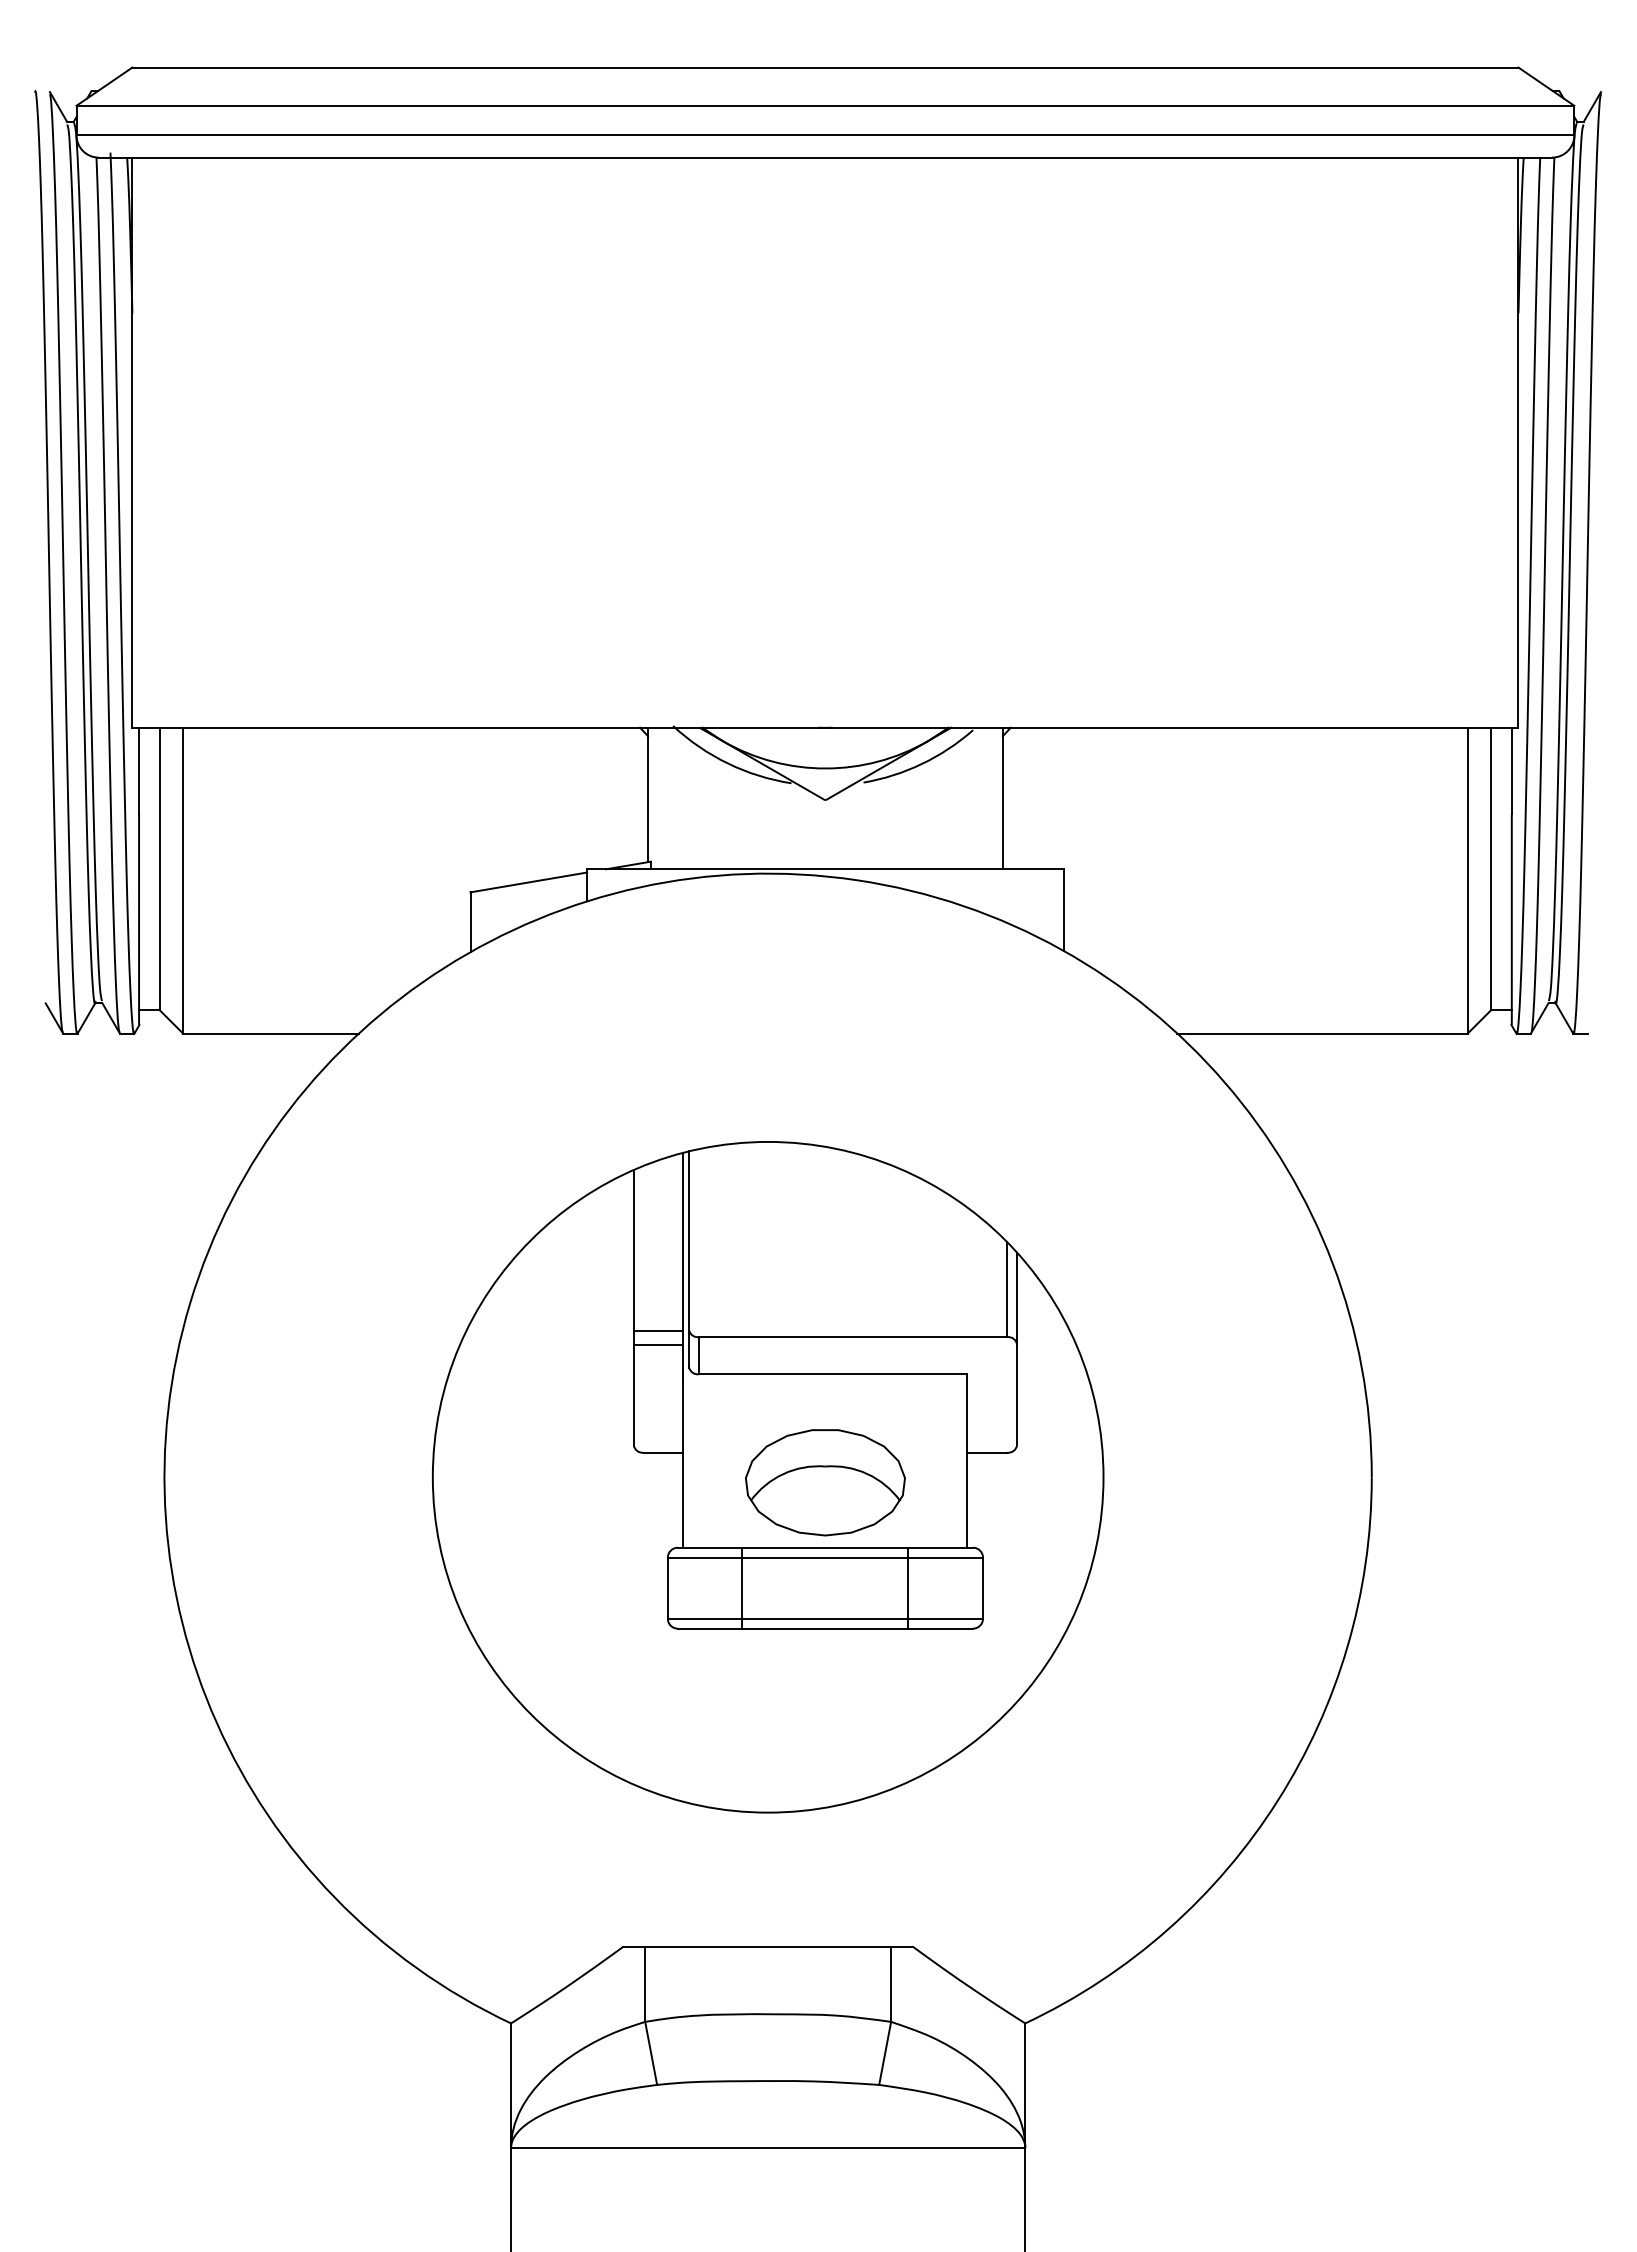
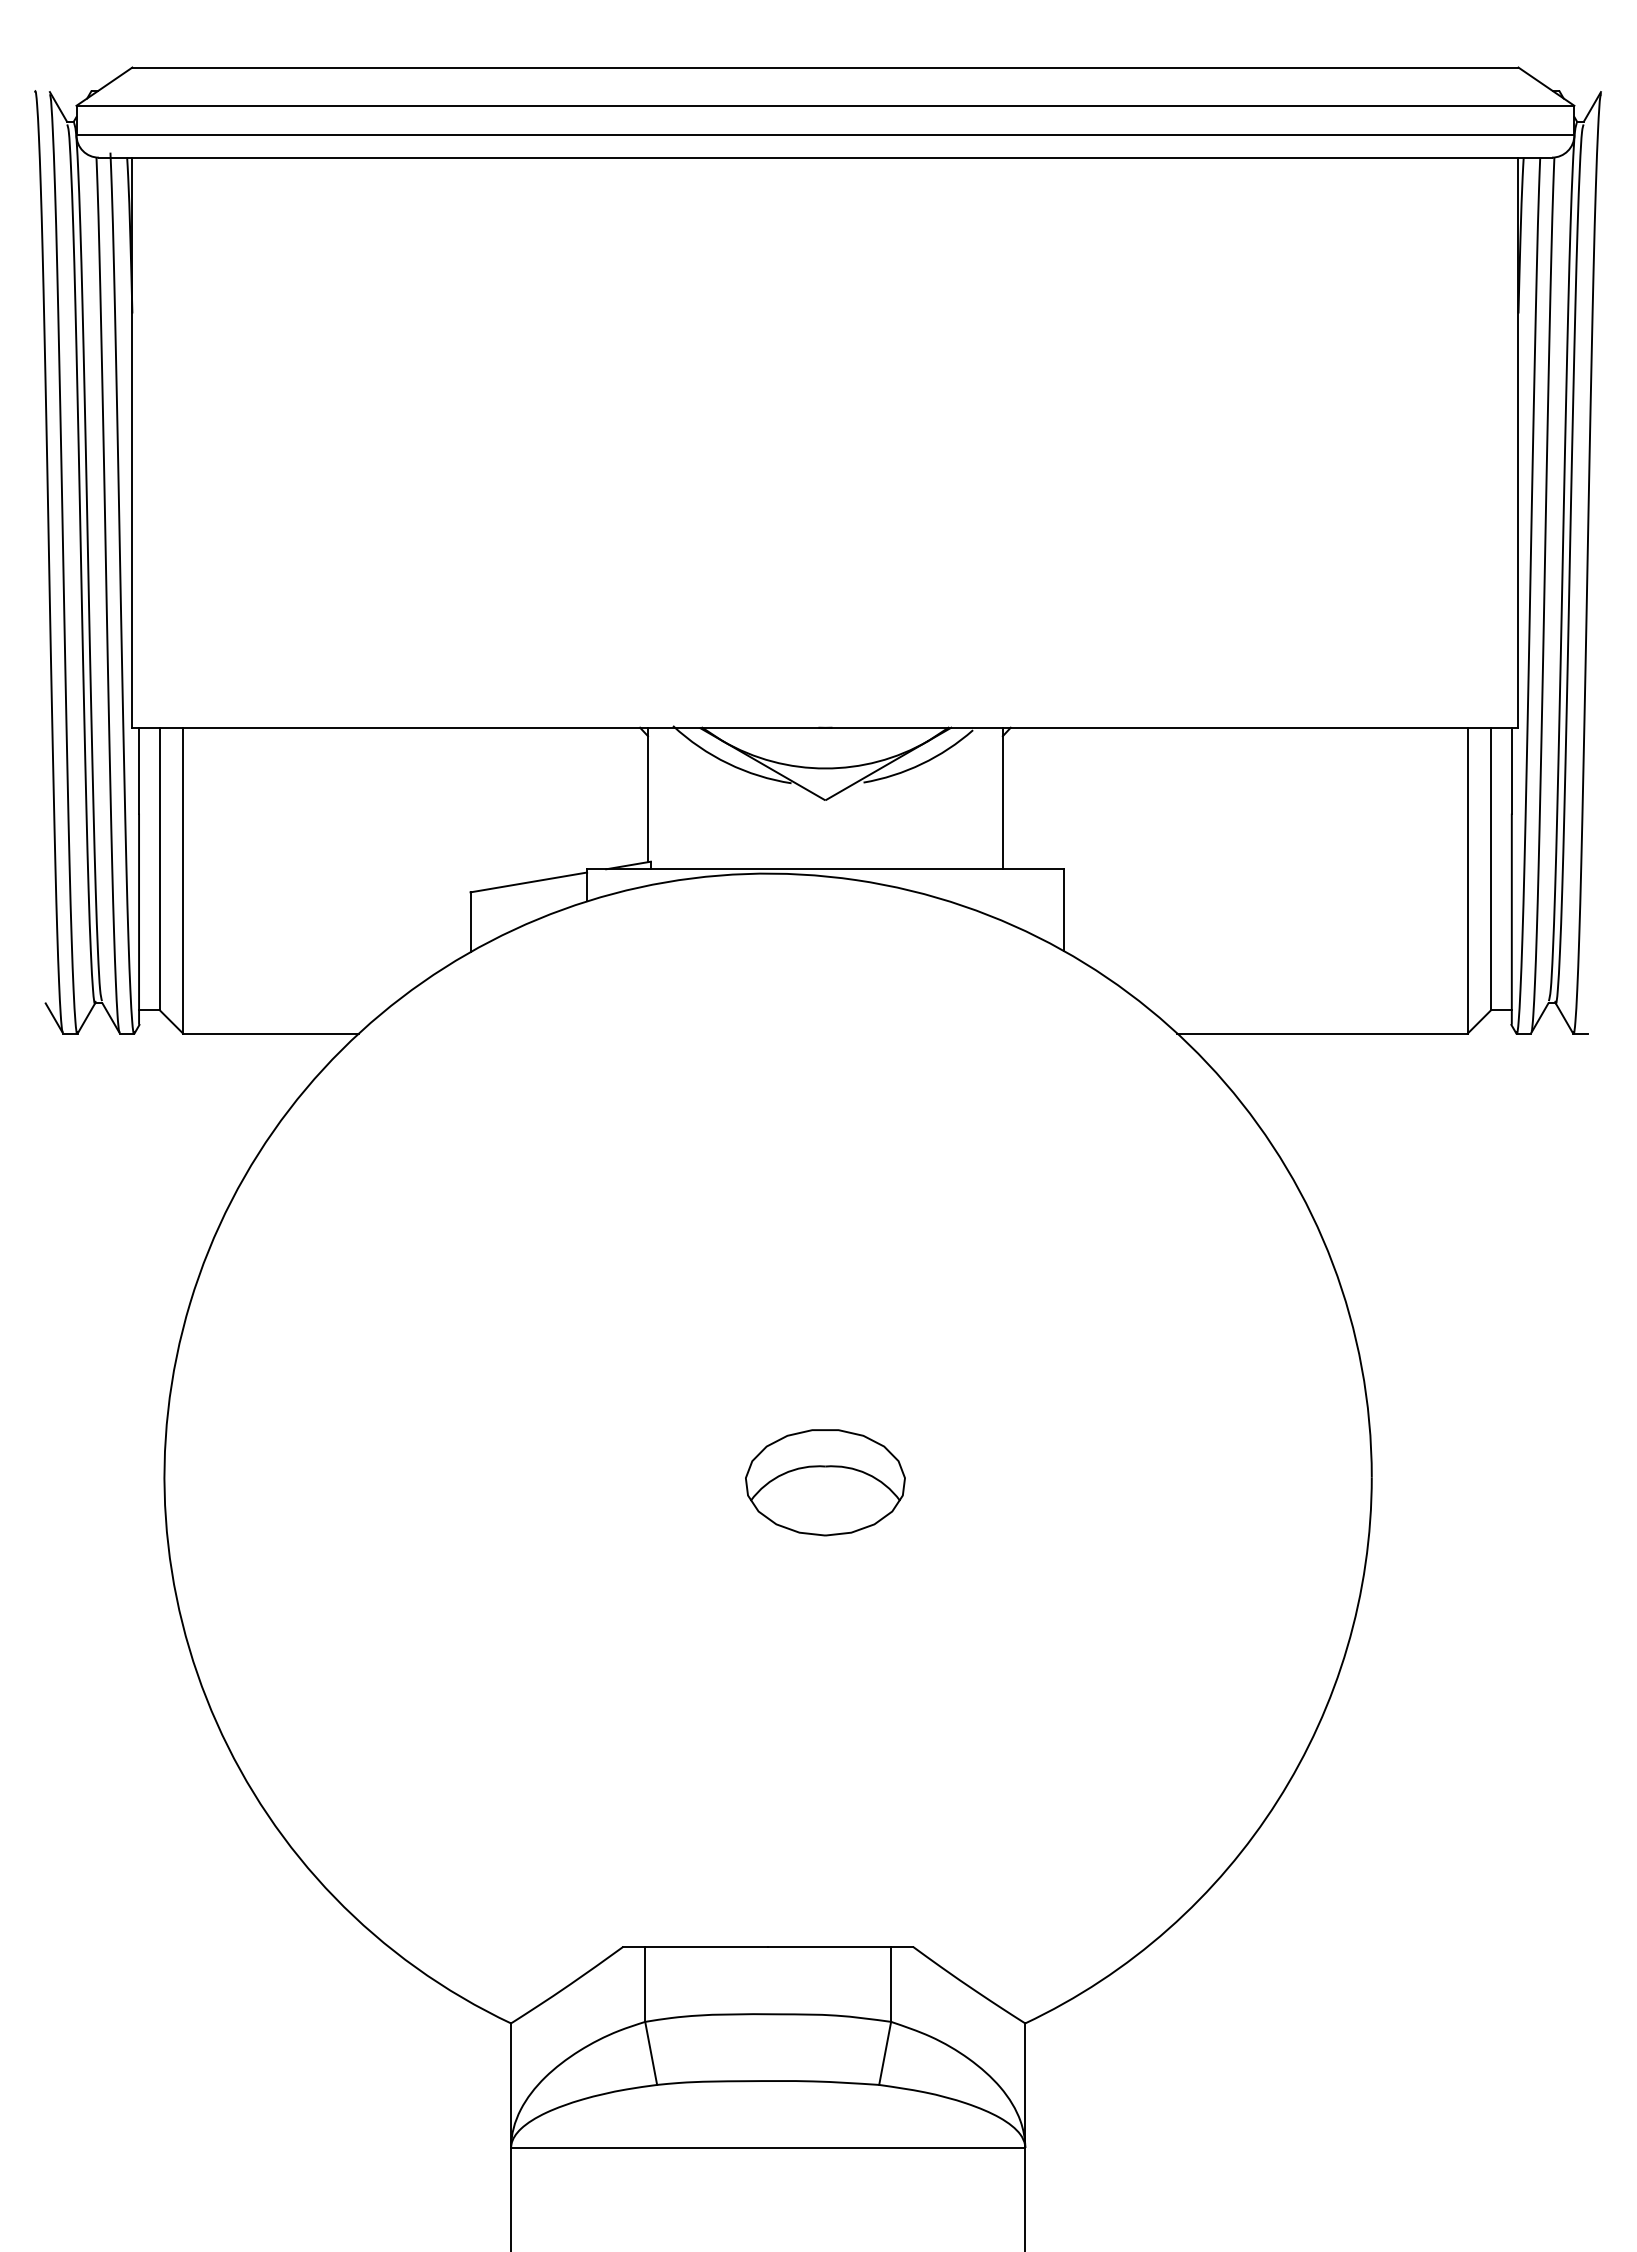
part at (767, 1477): present -> none
